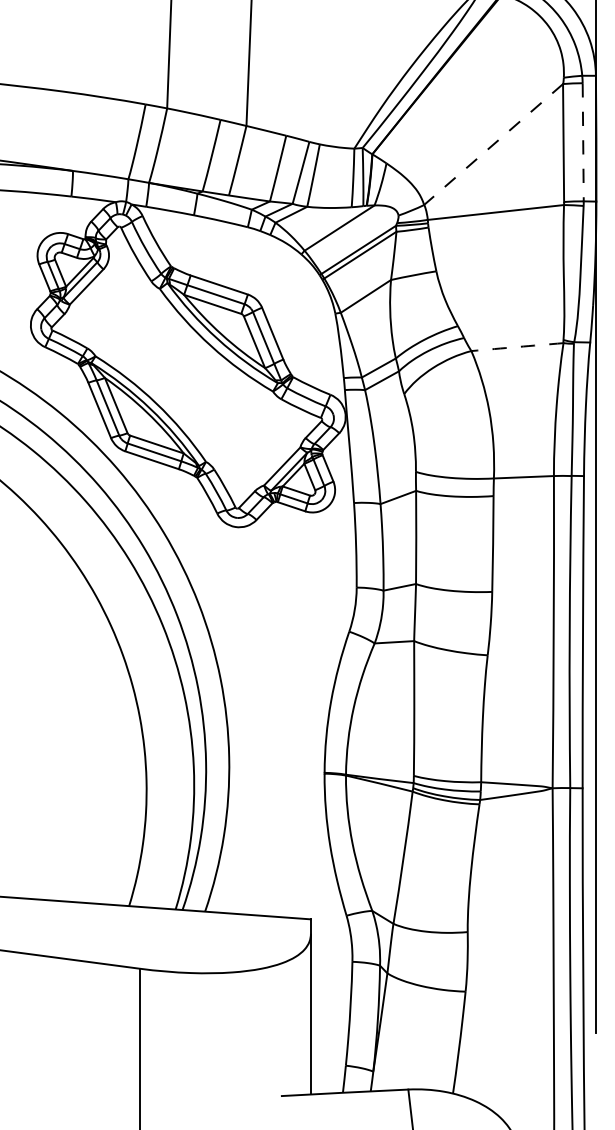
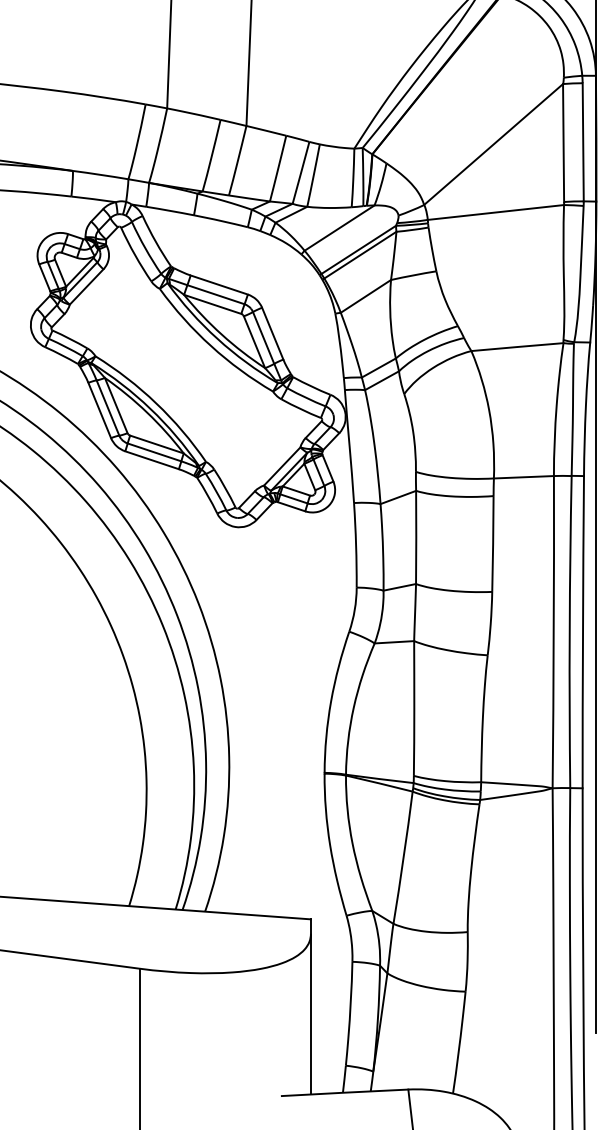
line at (583, 142): dashed -> solid
line at (493, 144): dashed -> solid
arc at (517, 347): dashed -> solid
